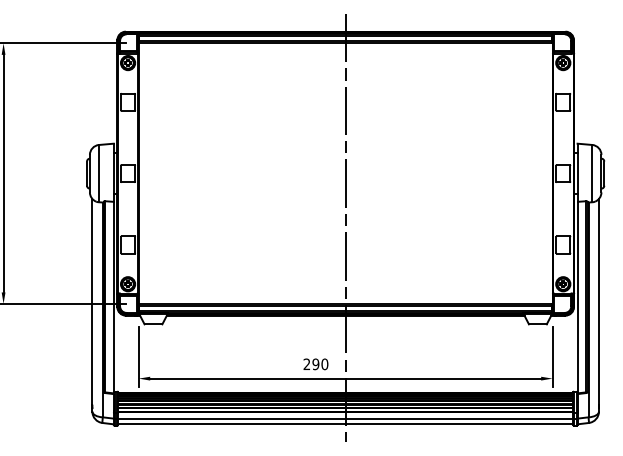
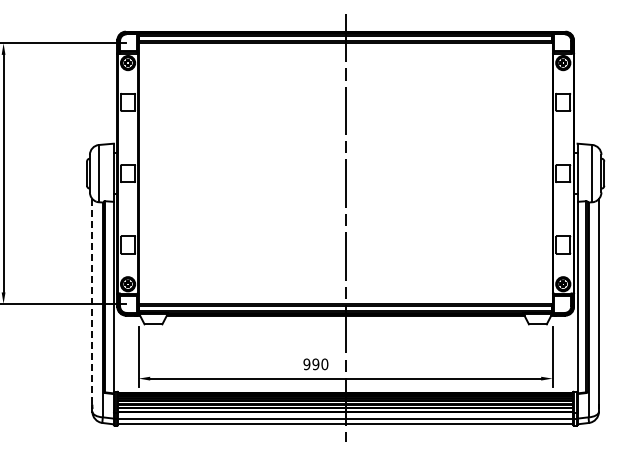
line at (92, 301): solid -> dashed
text at (306, 364): 290 -> 990
